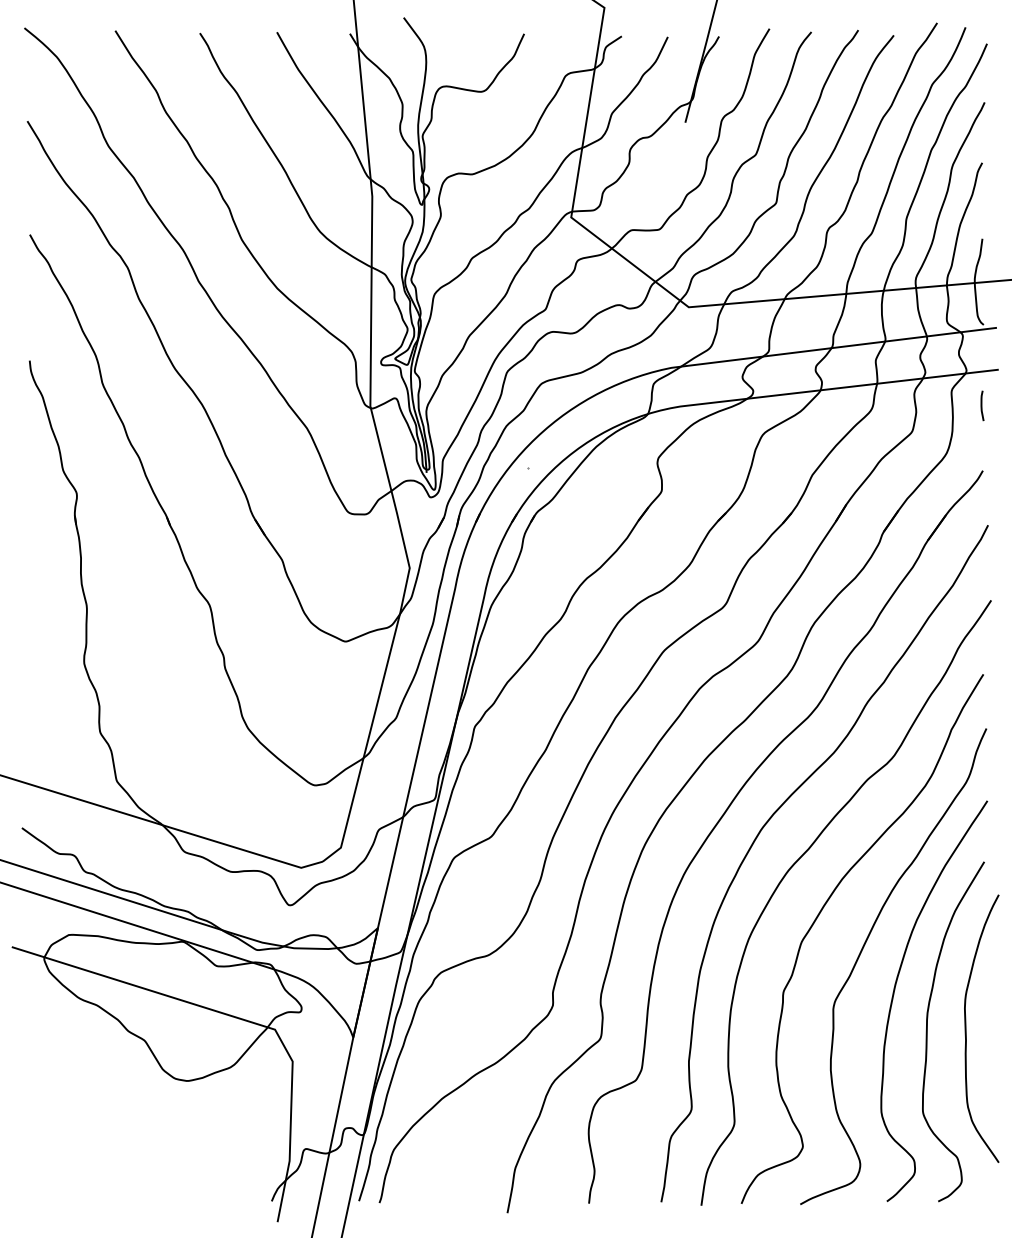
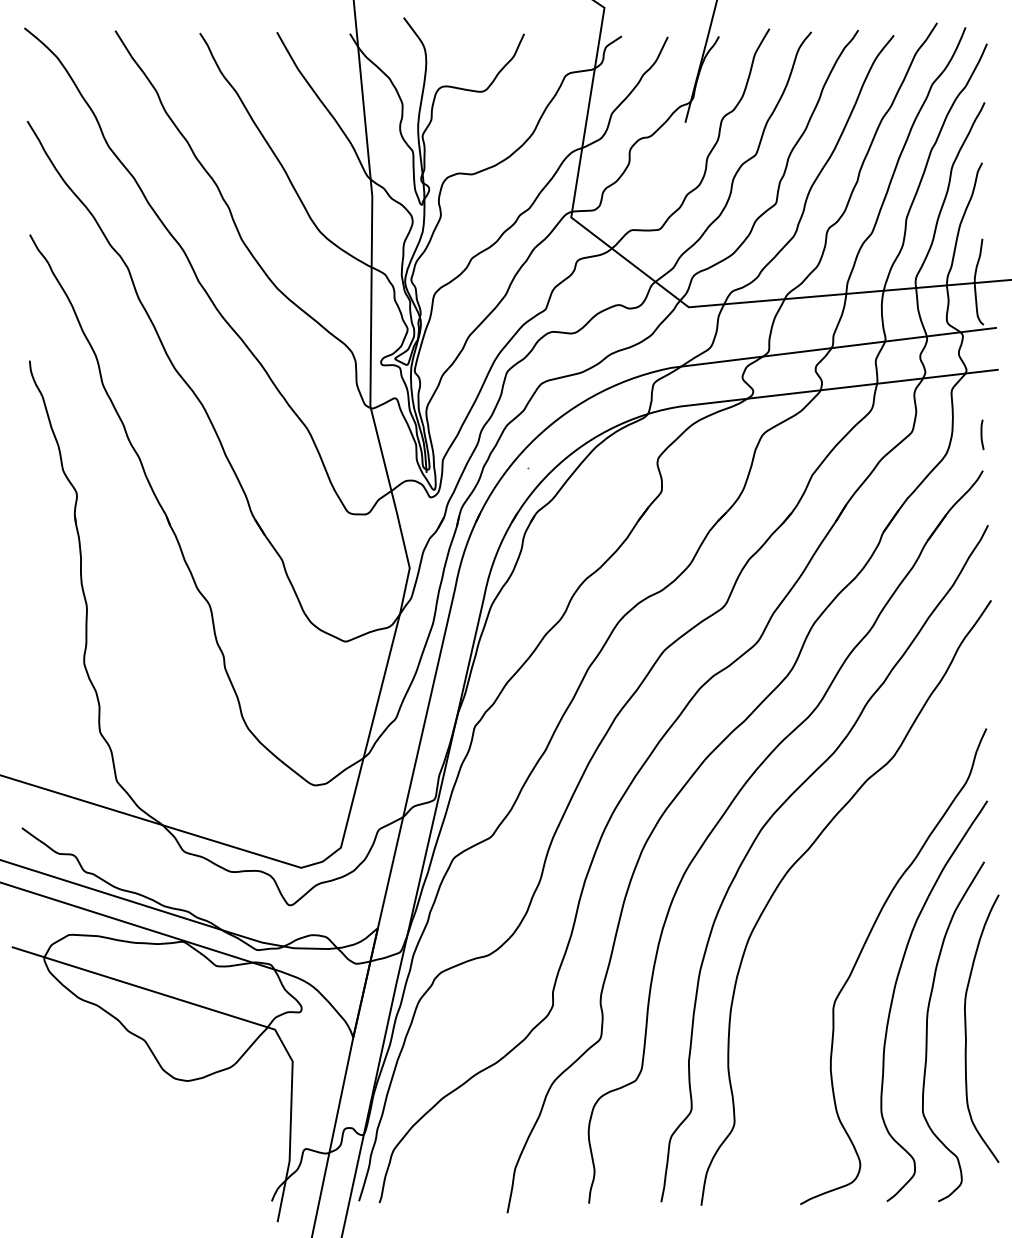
curve at (982, 405) position: (982, 405) -> (982, 434)
curve at (821, 912): present -> none
